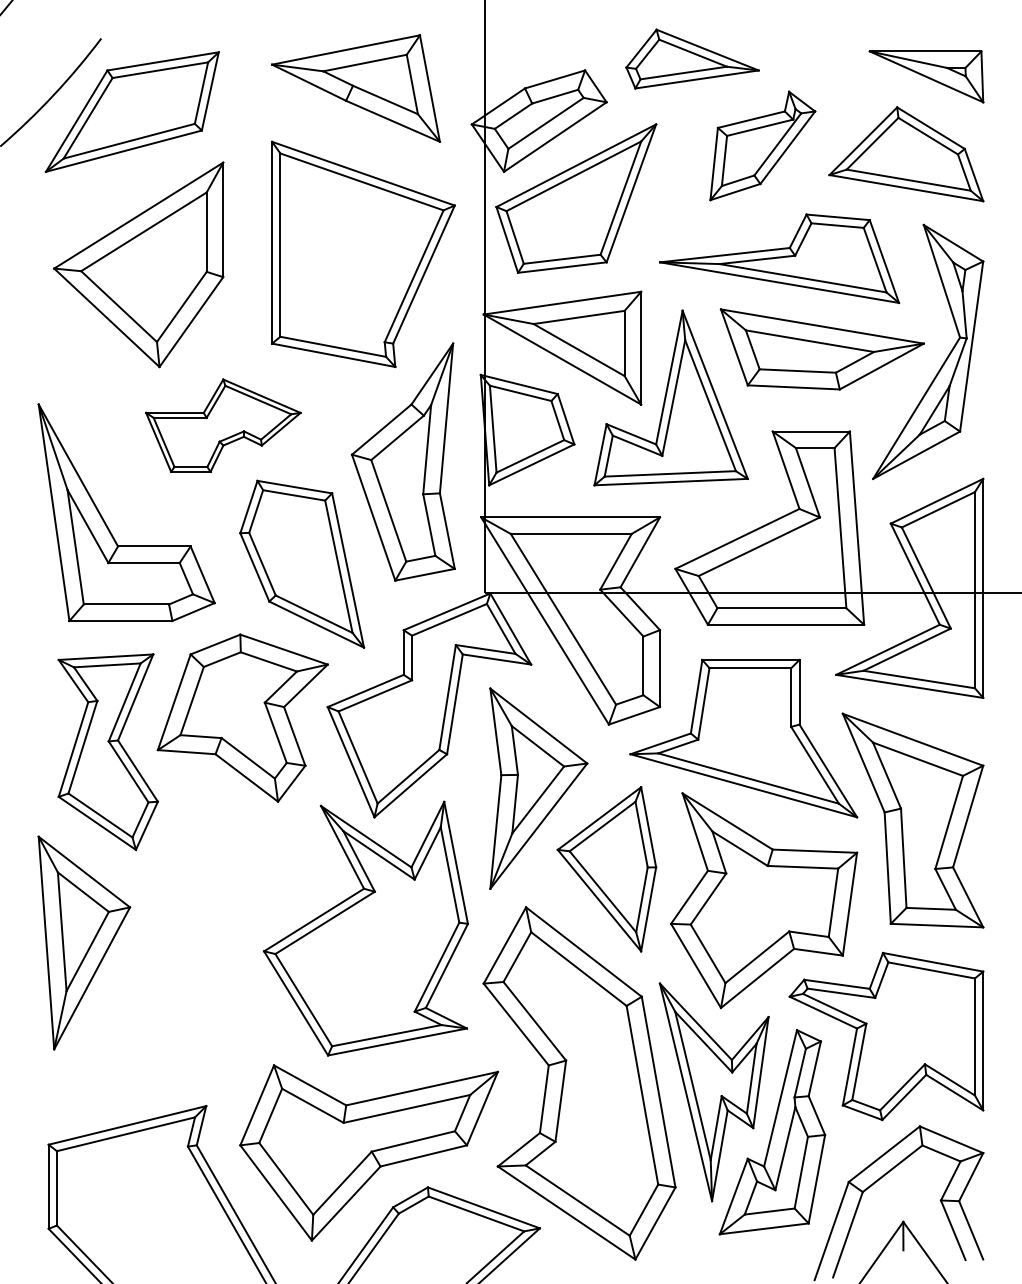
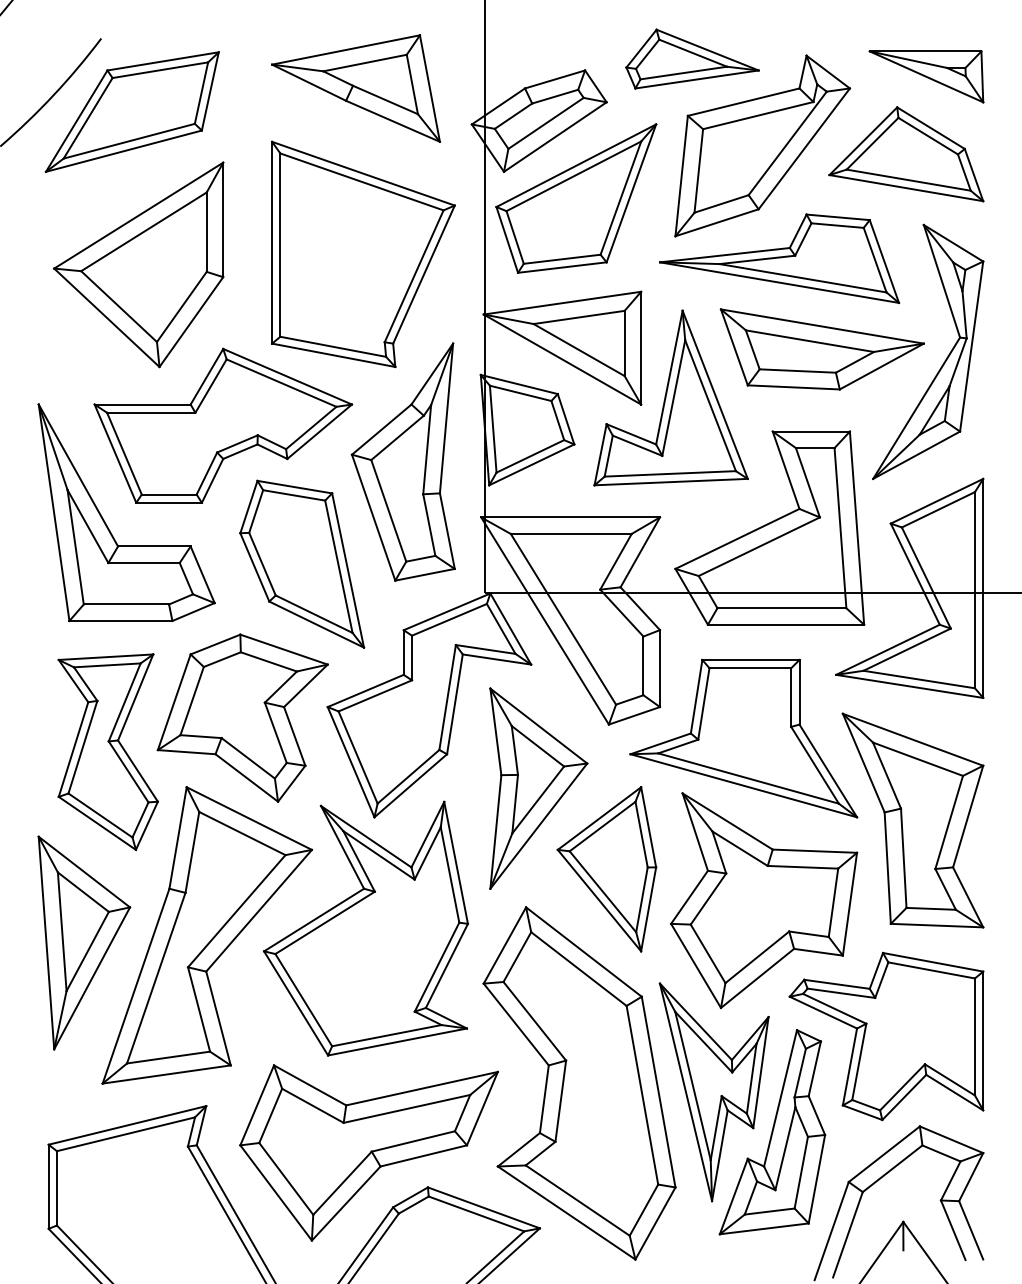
part at (762, 145) size: 108x112 px -> 178x184 px
part at (223, 425) size: 157x95 px -> 261x157 px
part at (207, 935): none -> present
